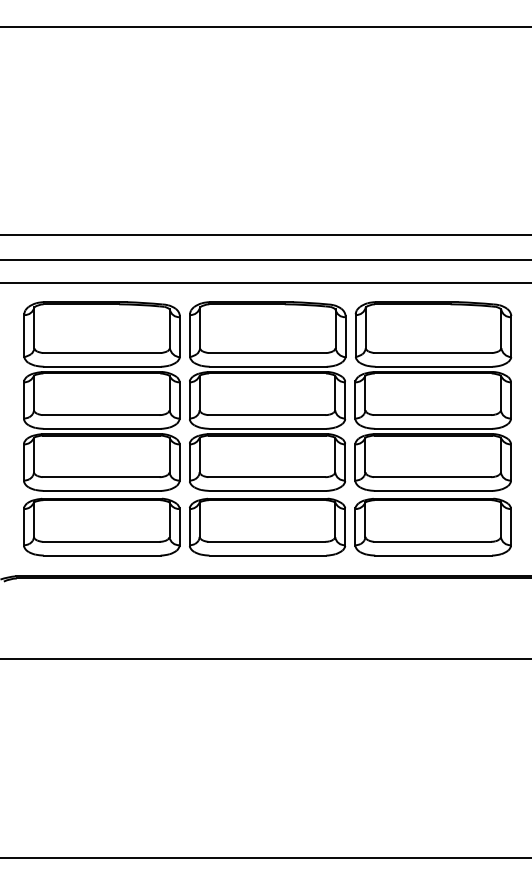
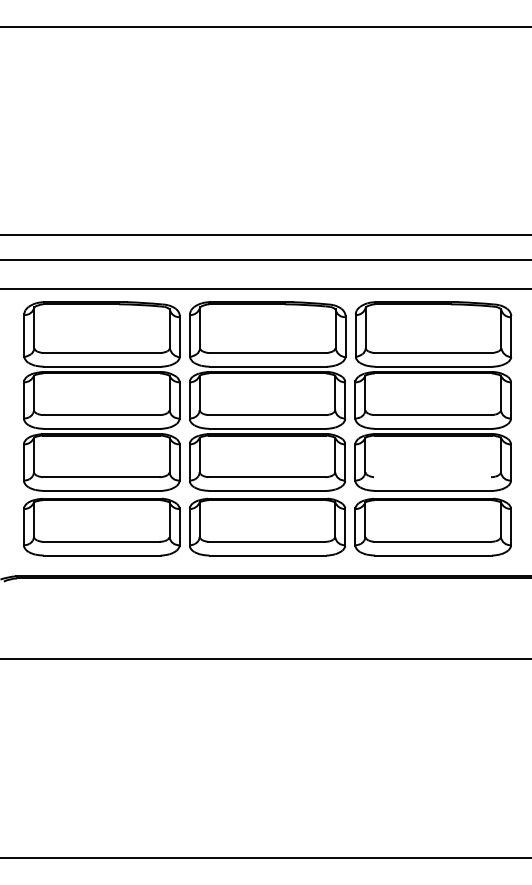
line at (265, 282) position: (265, 282) -> (265, 288)
line at (432, 477): present -> none
